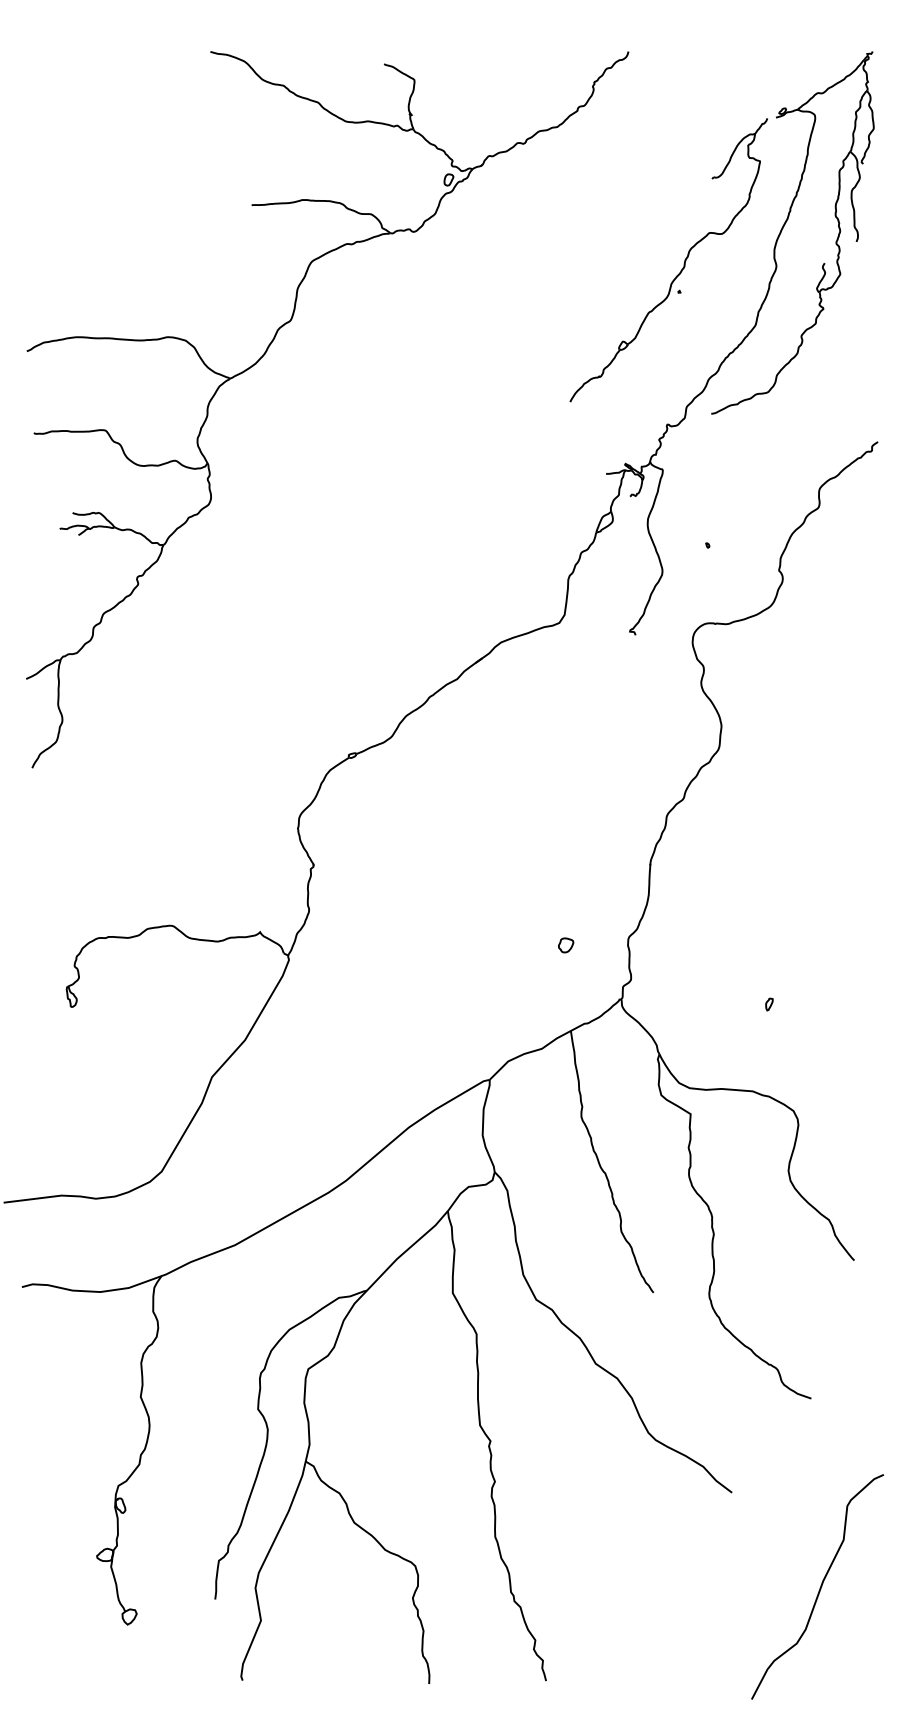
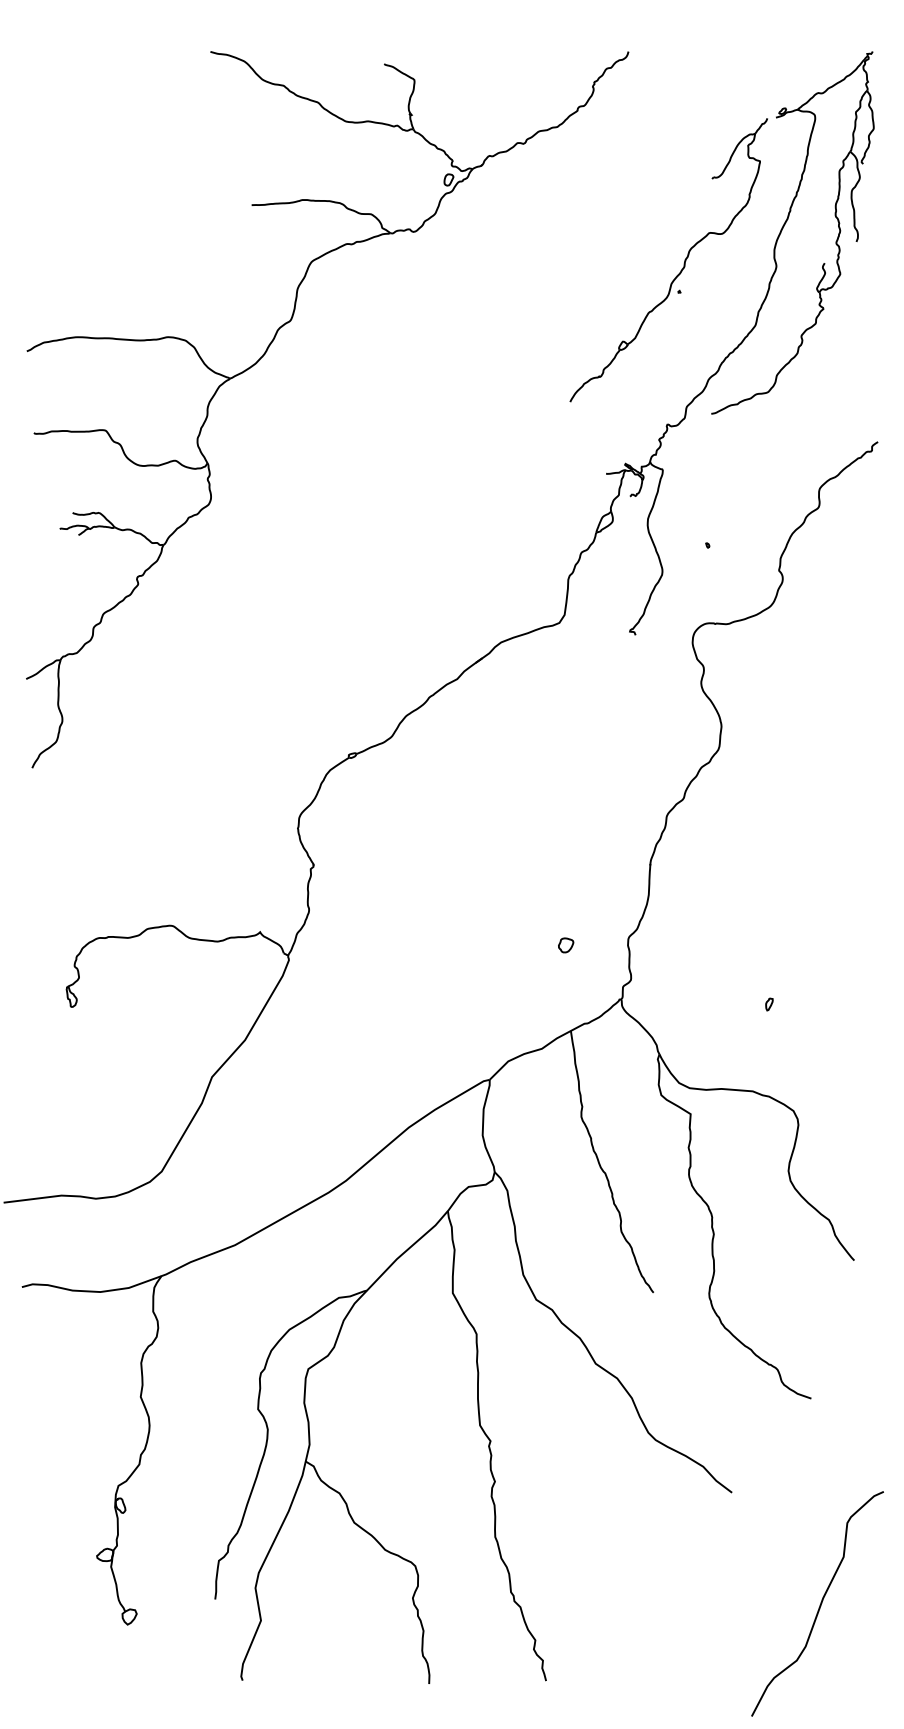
curve at (819, 1588) position: (819, 1588) -> (819, 1605)
